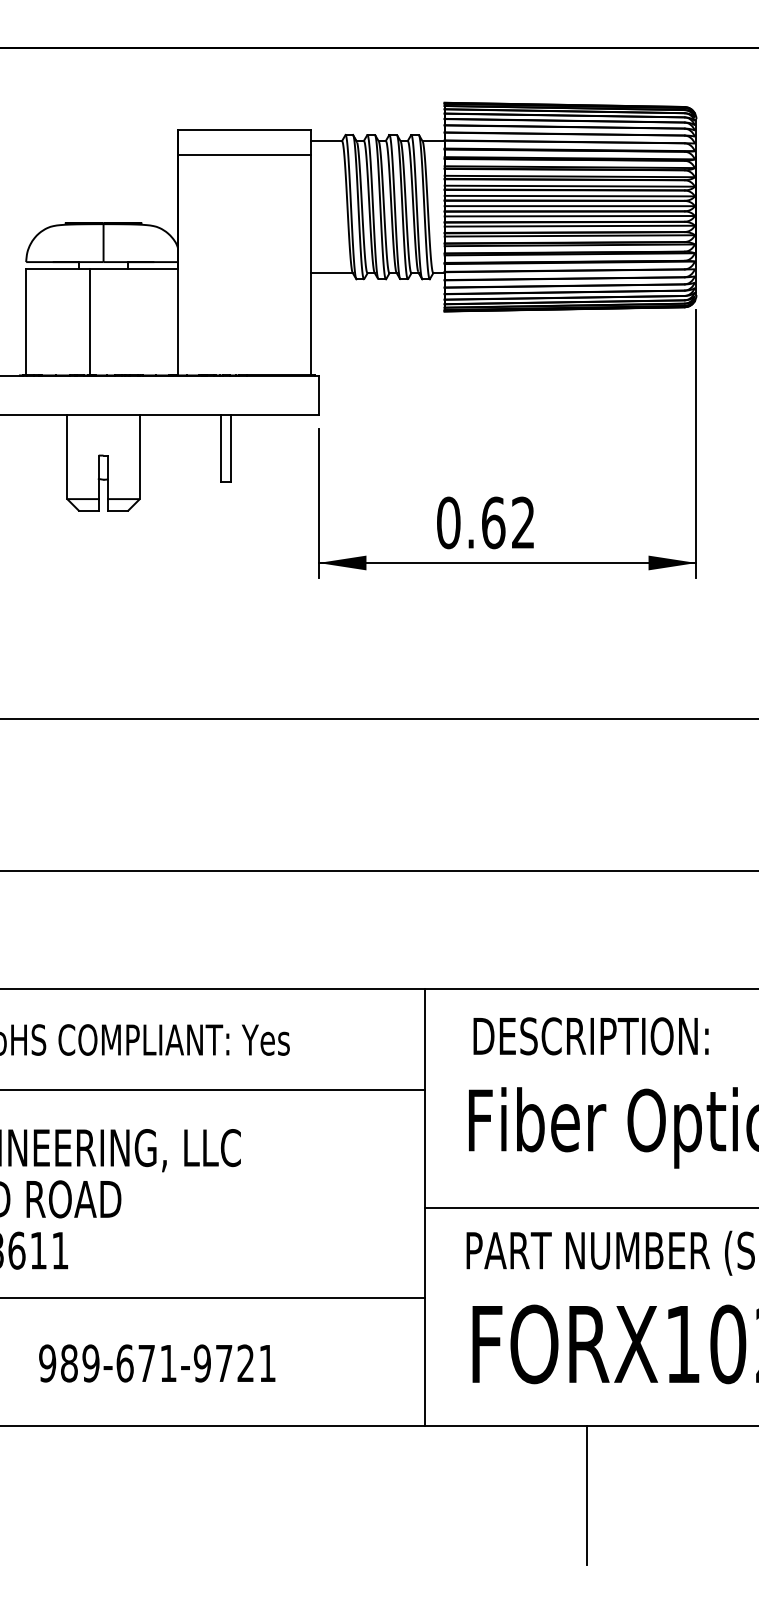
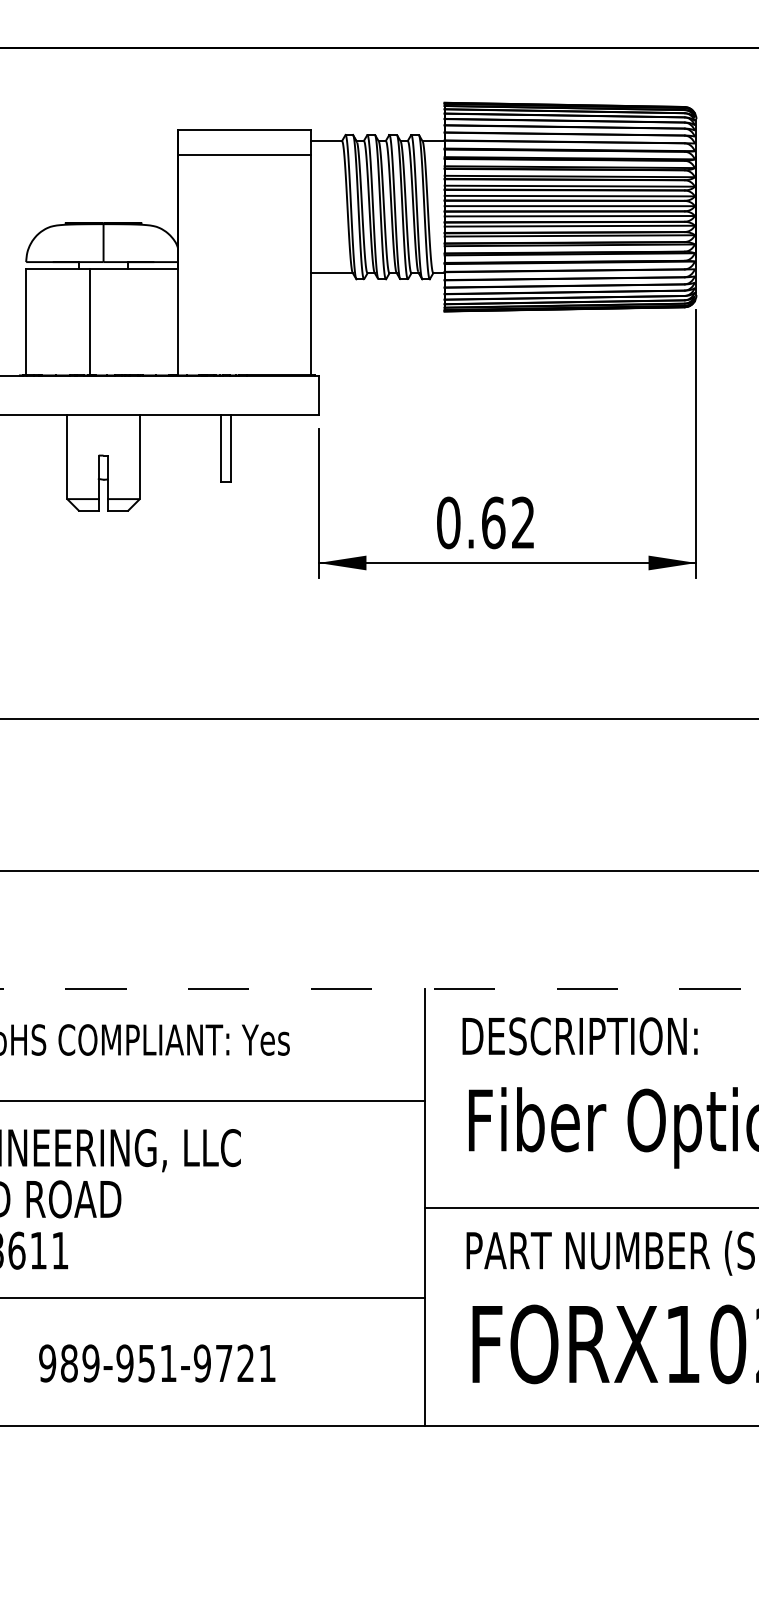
line at (379, 989): solid -> dashed
text at (590, 1036) position: (590, 1036) -> (579, 1036)
line at (213, 1089) position: (213, 1089) -> (213, 1100)
text at (135, 1363): 989-671-9721 -> 989-951-9721
line at (587, 1495): present -> none
